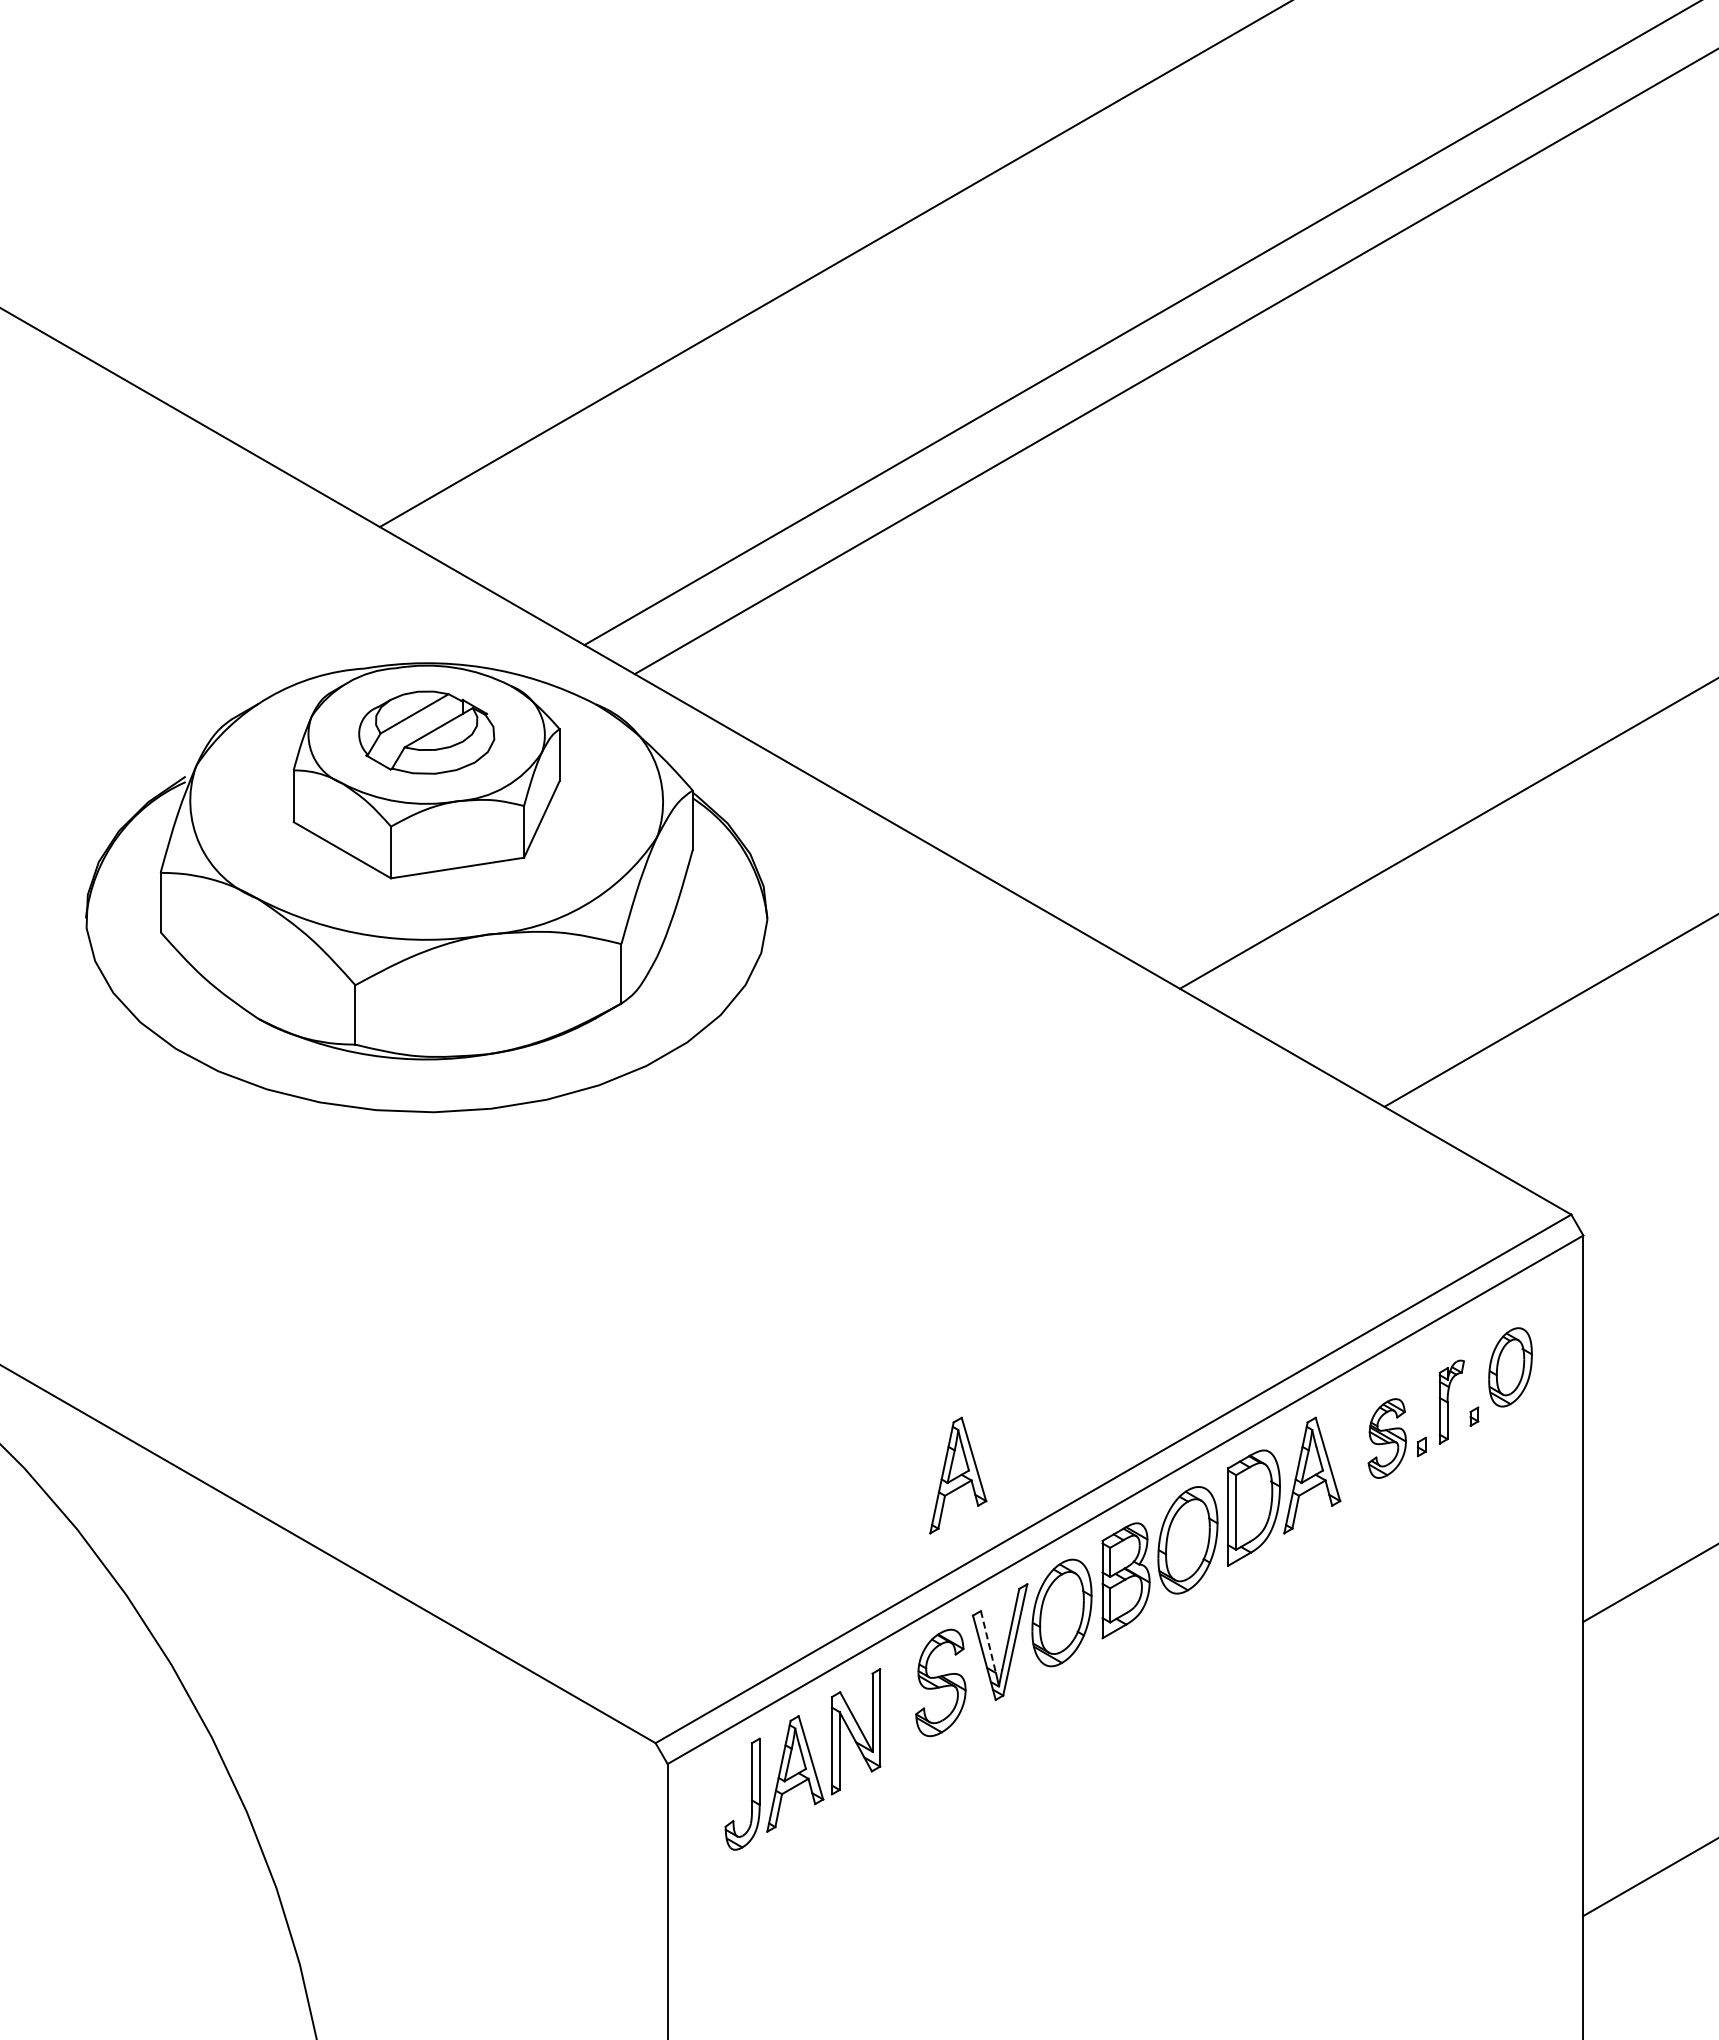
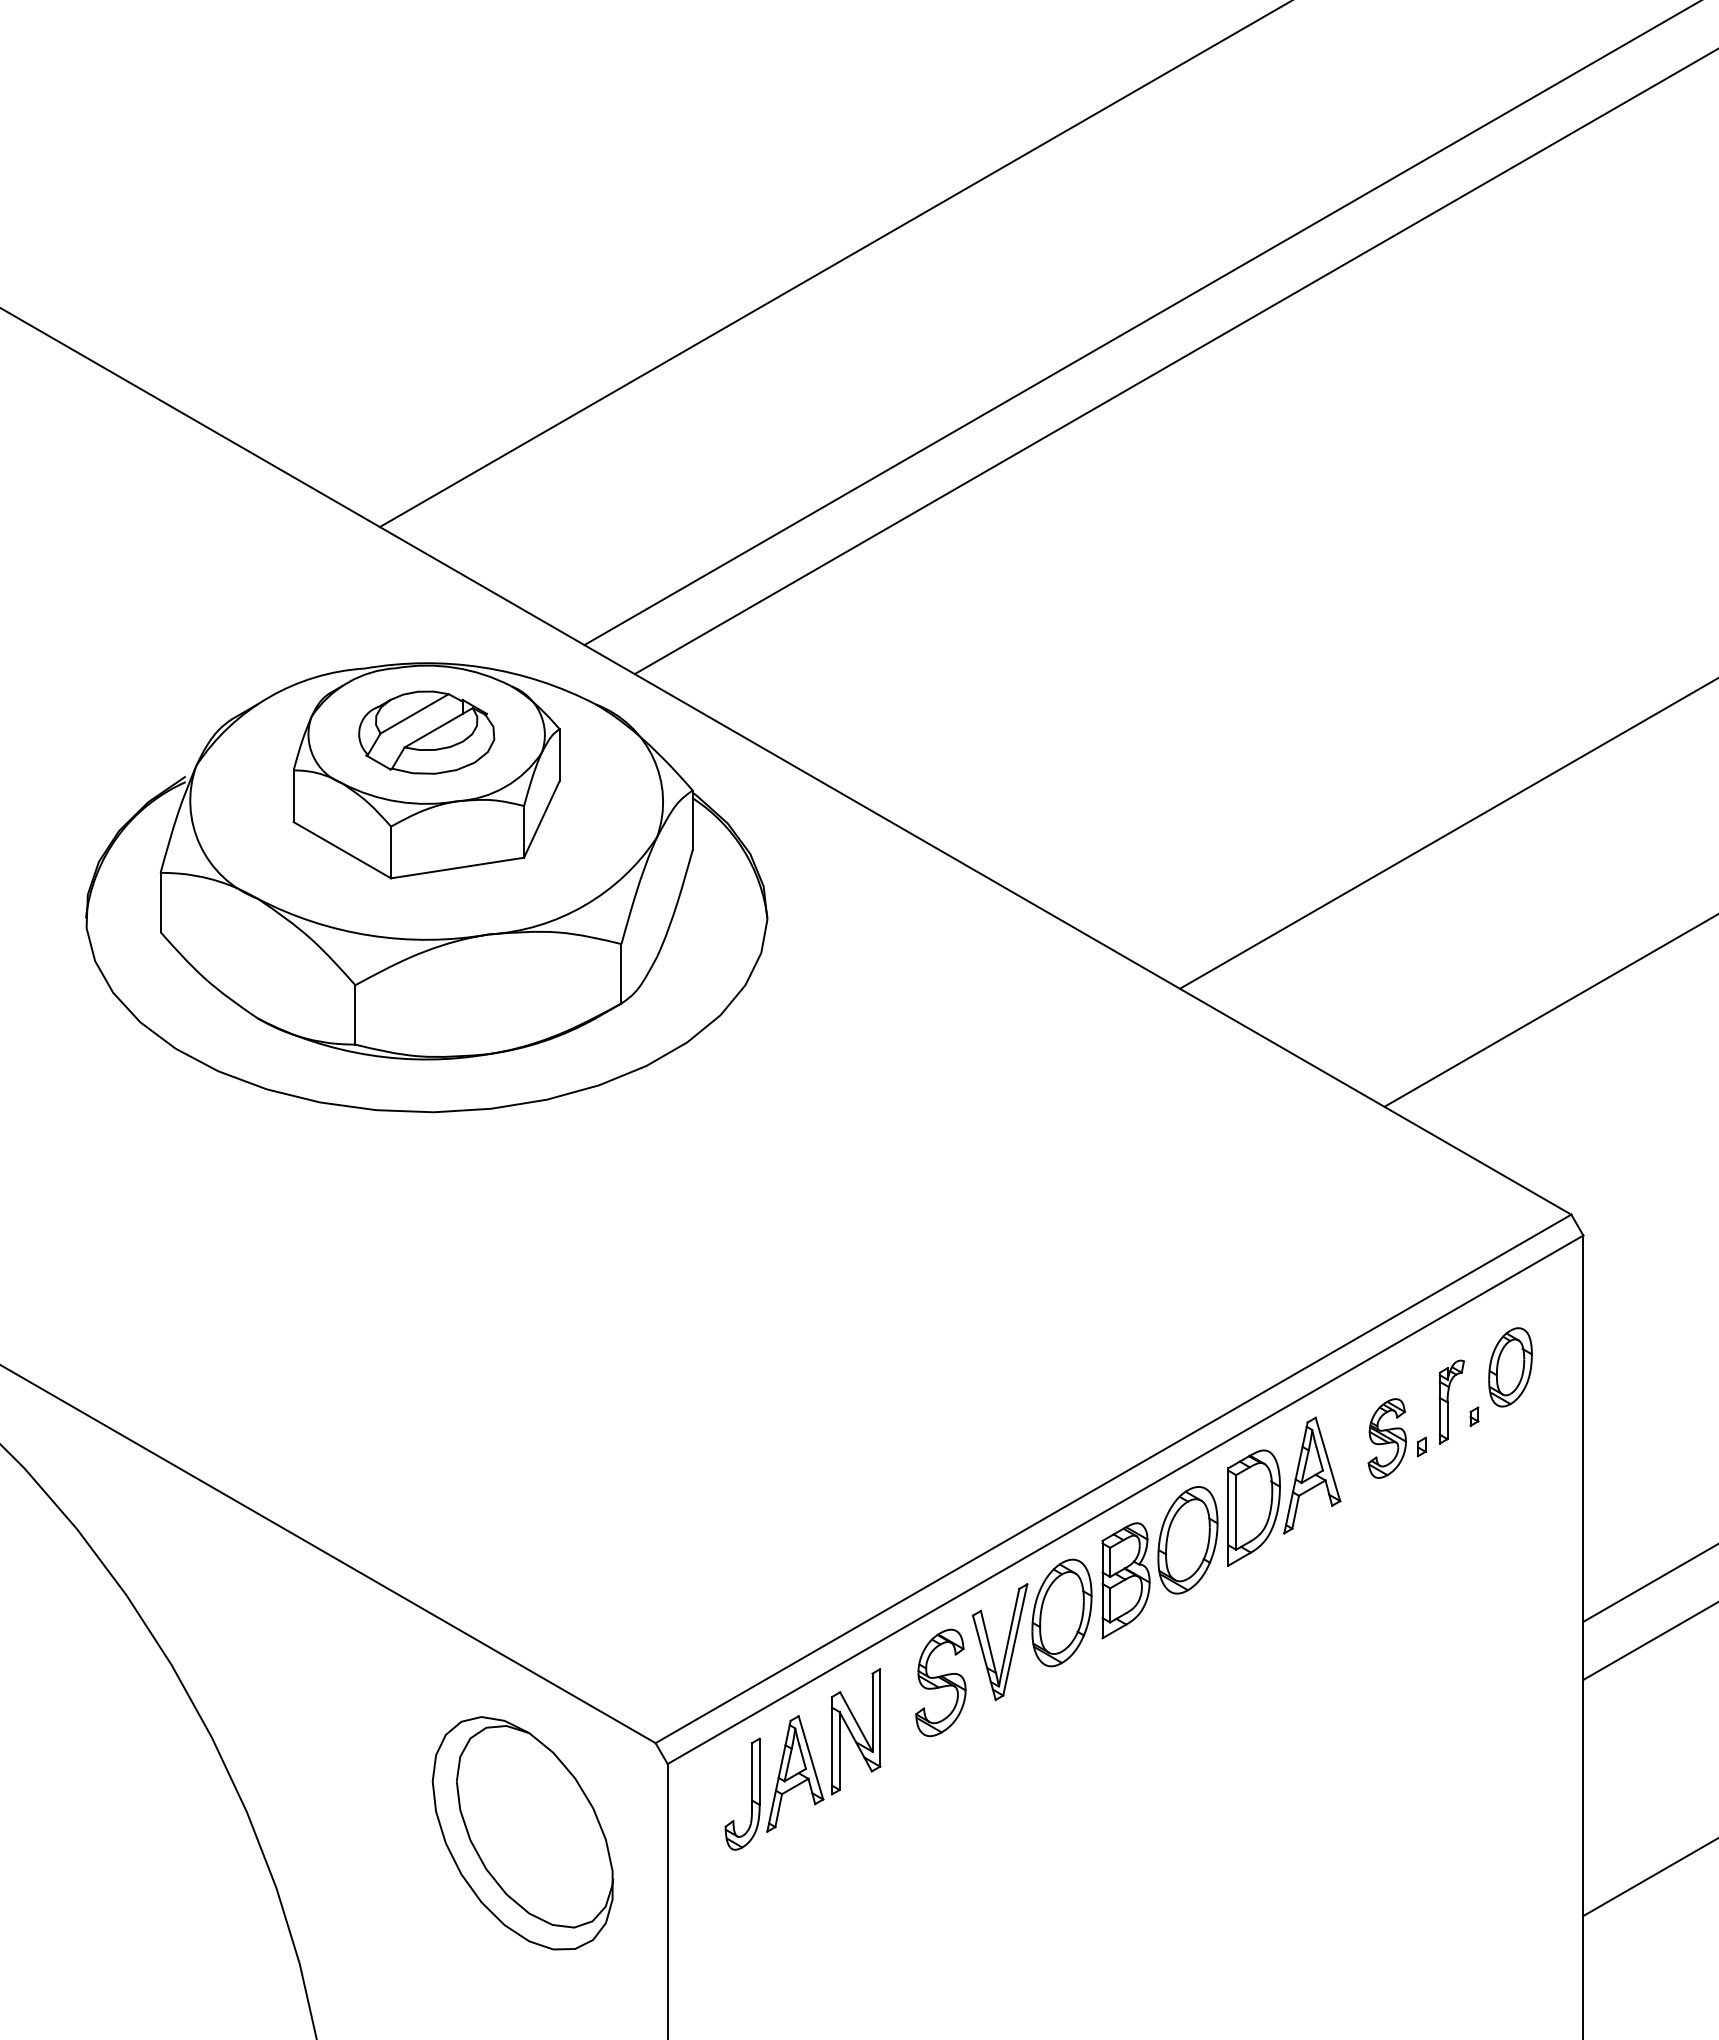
part at (958, 1475): present -> none
line at (1649, 1641): none -> present
line at (988, 1642): dashed -> solid
part at (522, 1833): none -> present
